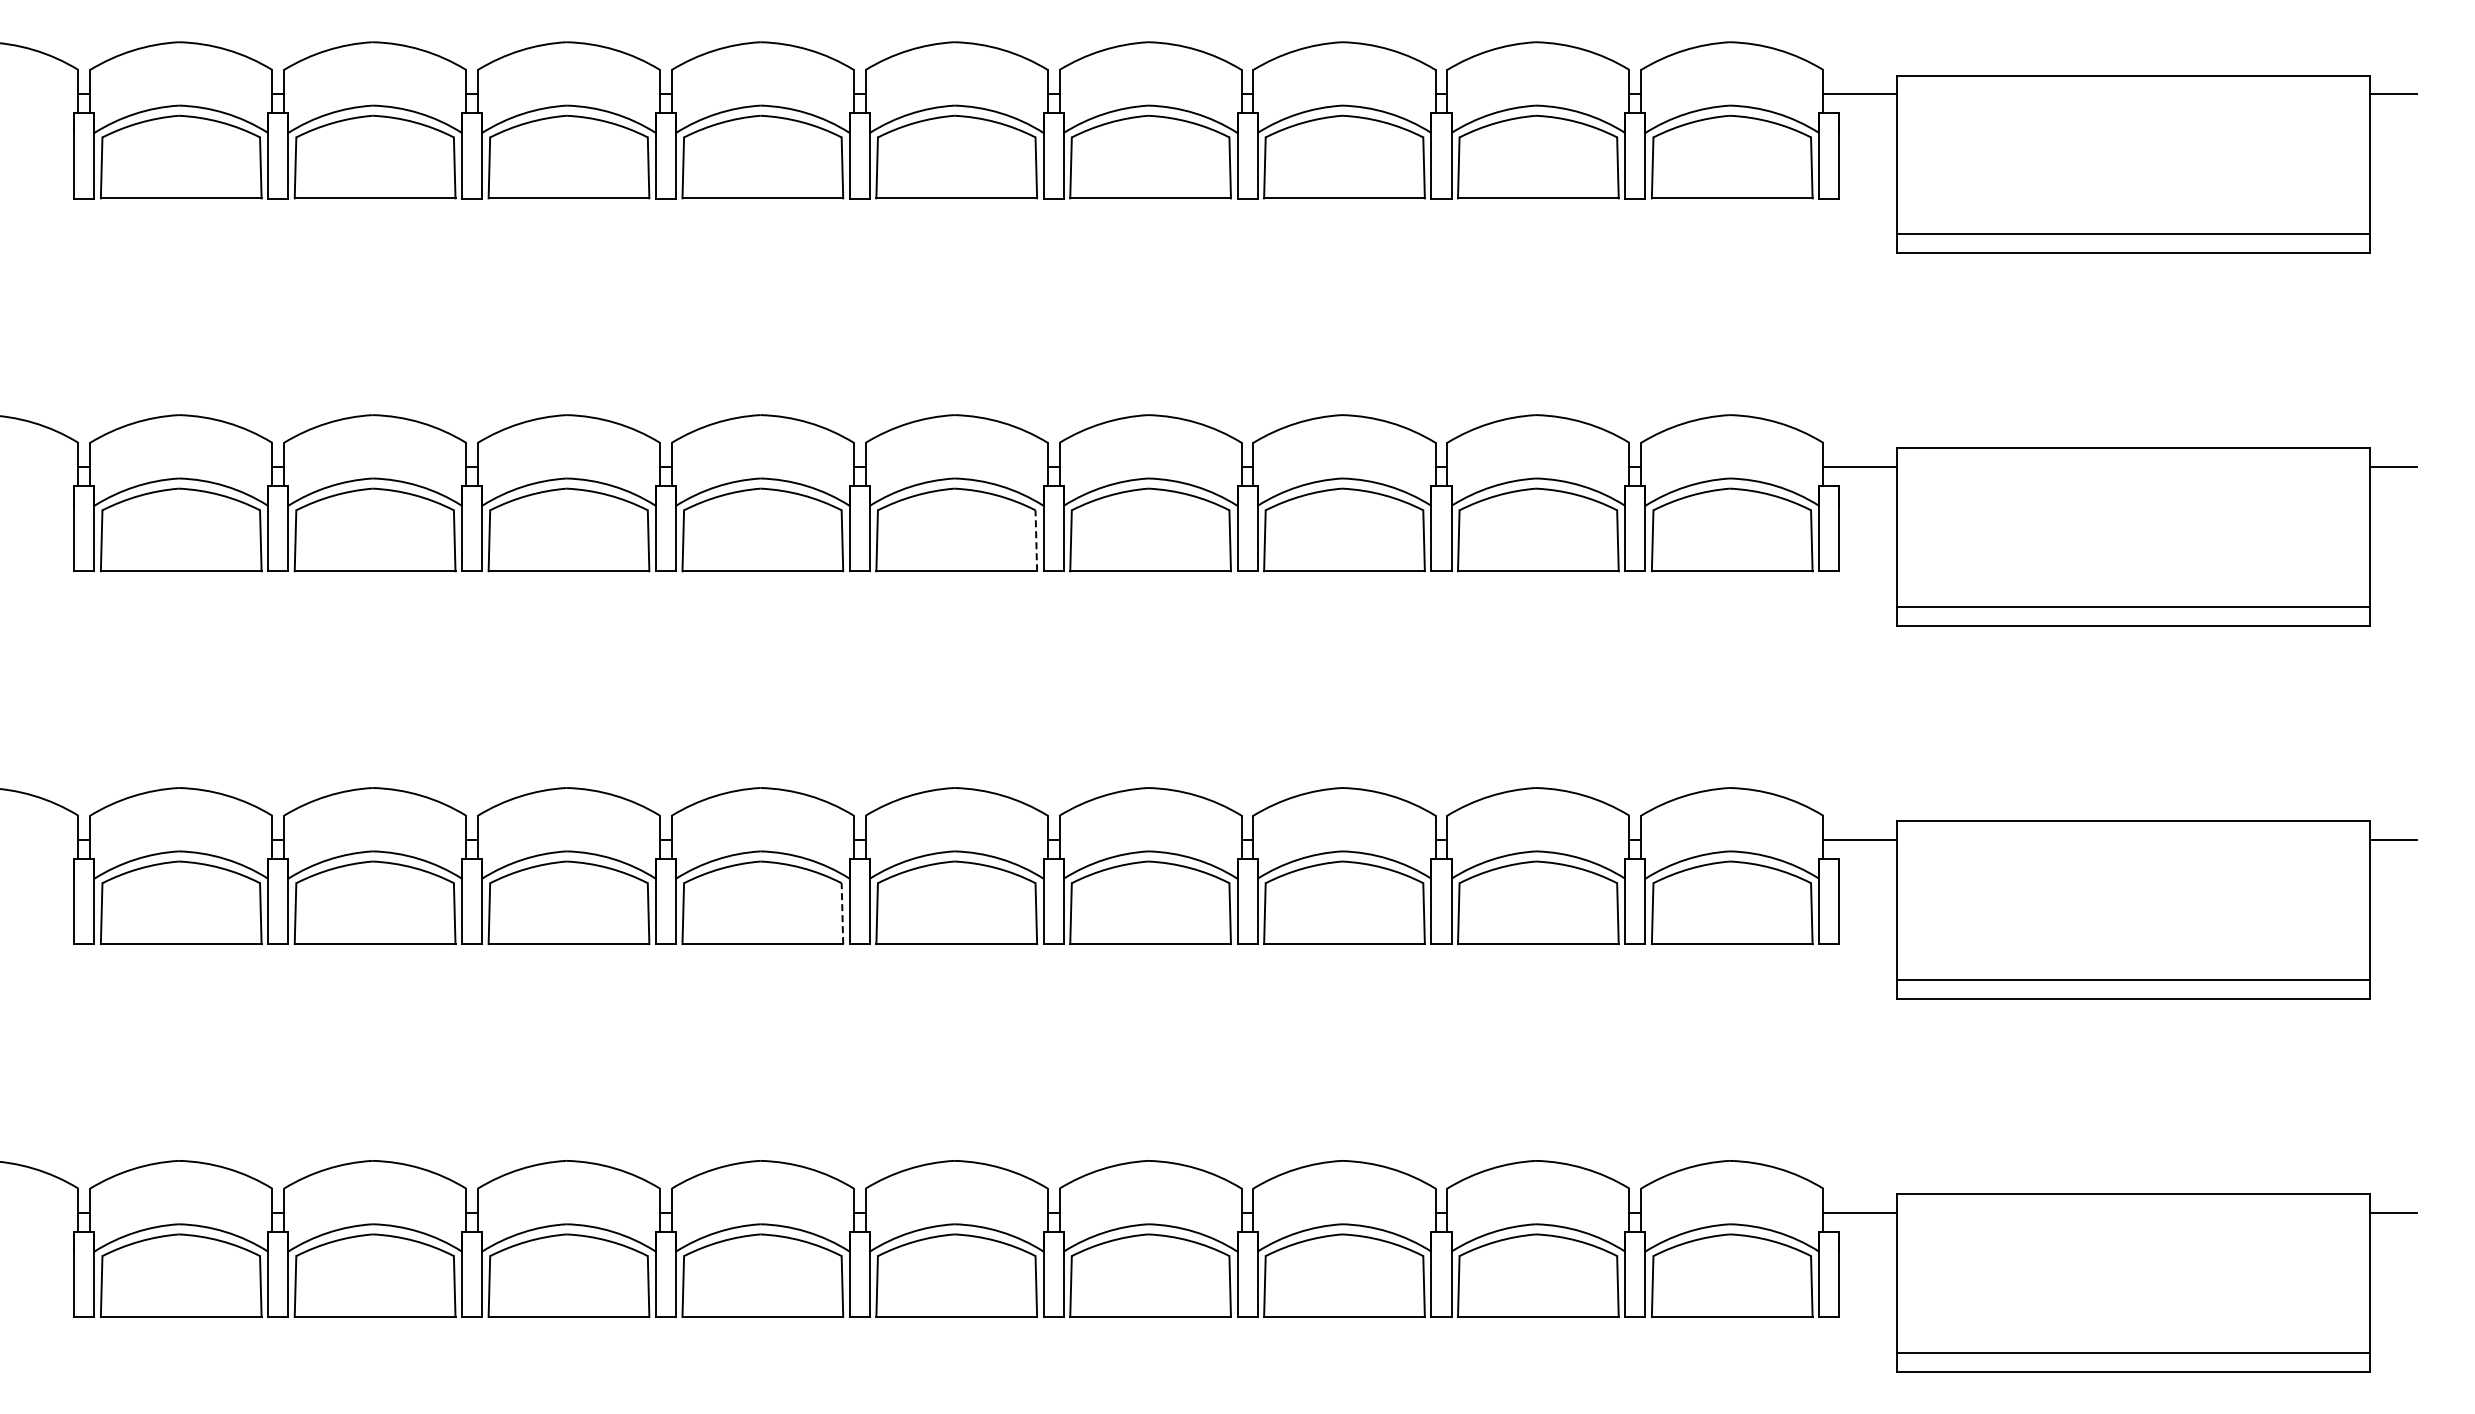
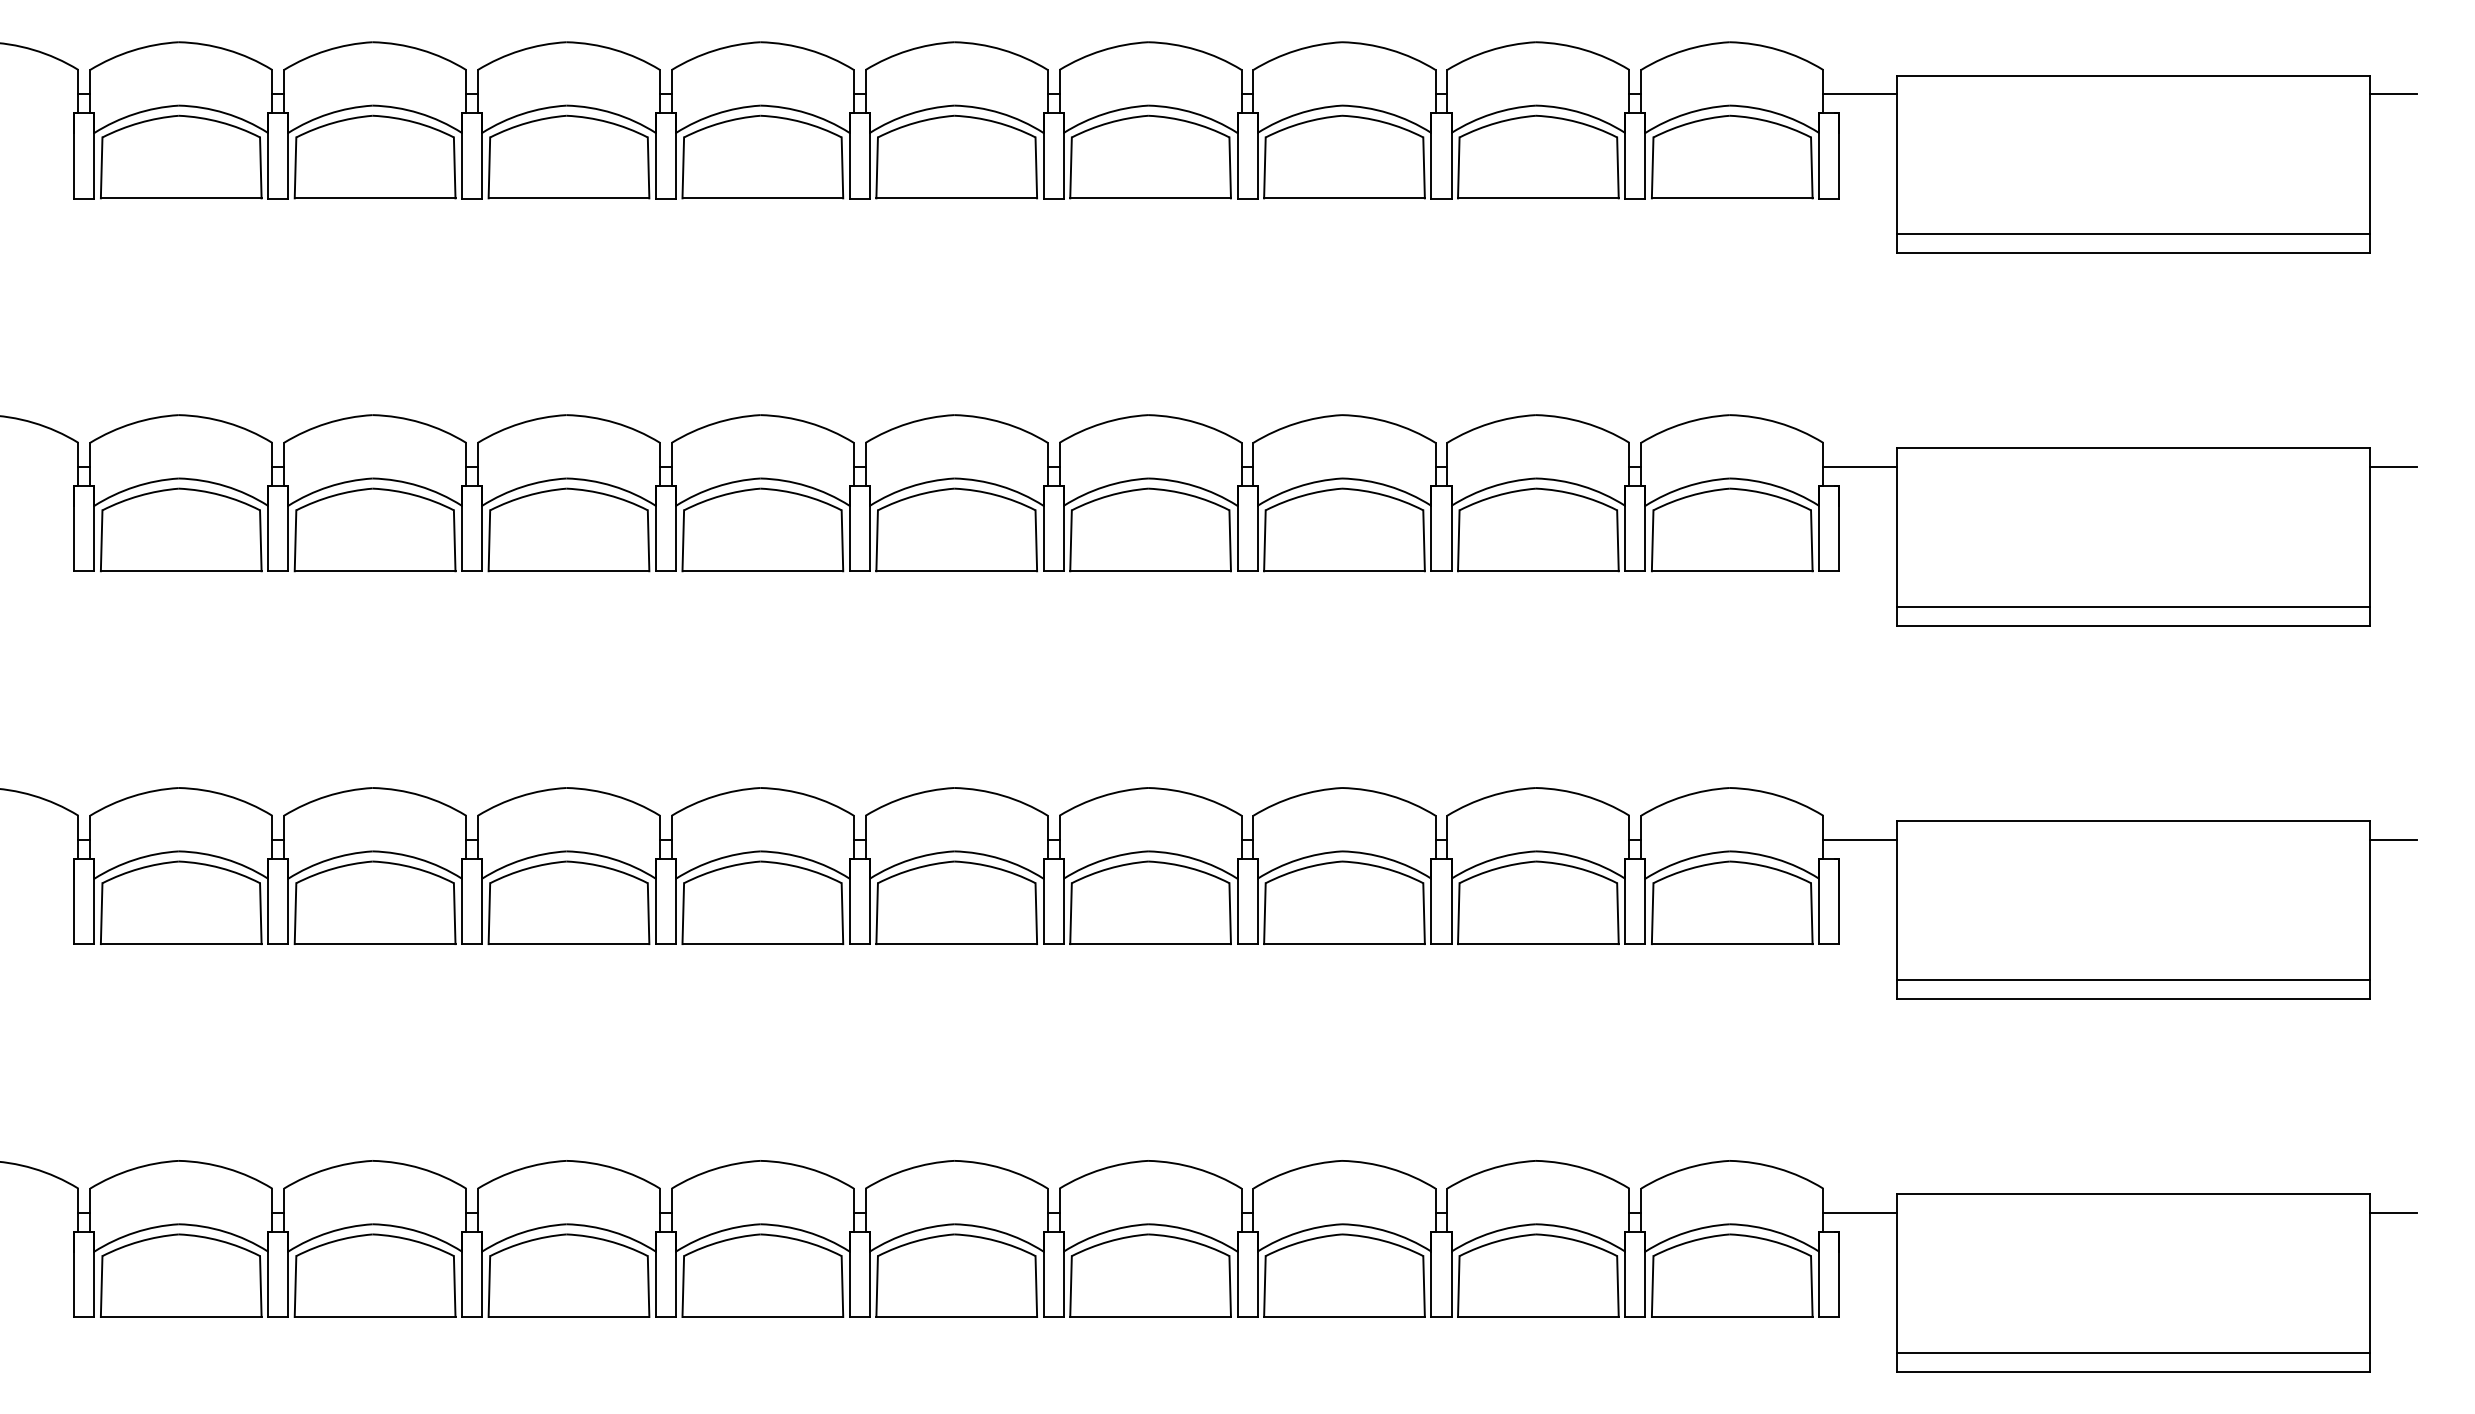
line at (1036, 540): dashed -> solid
line at (842, 913): dashed -> solid
